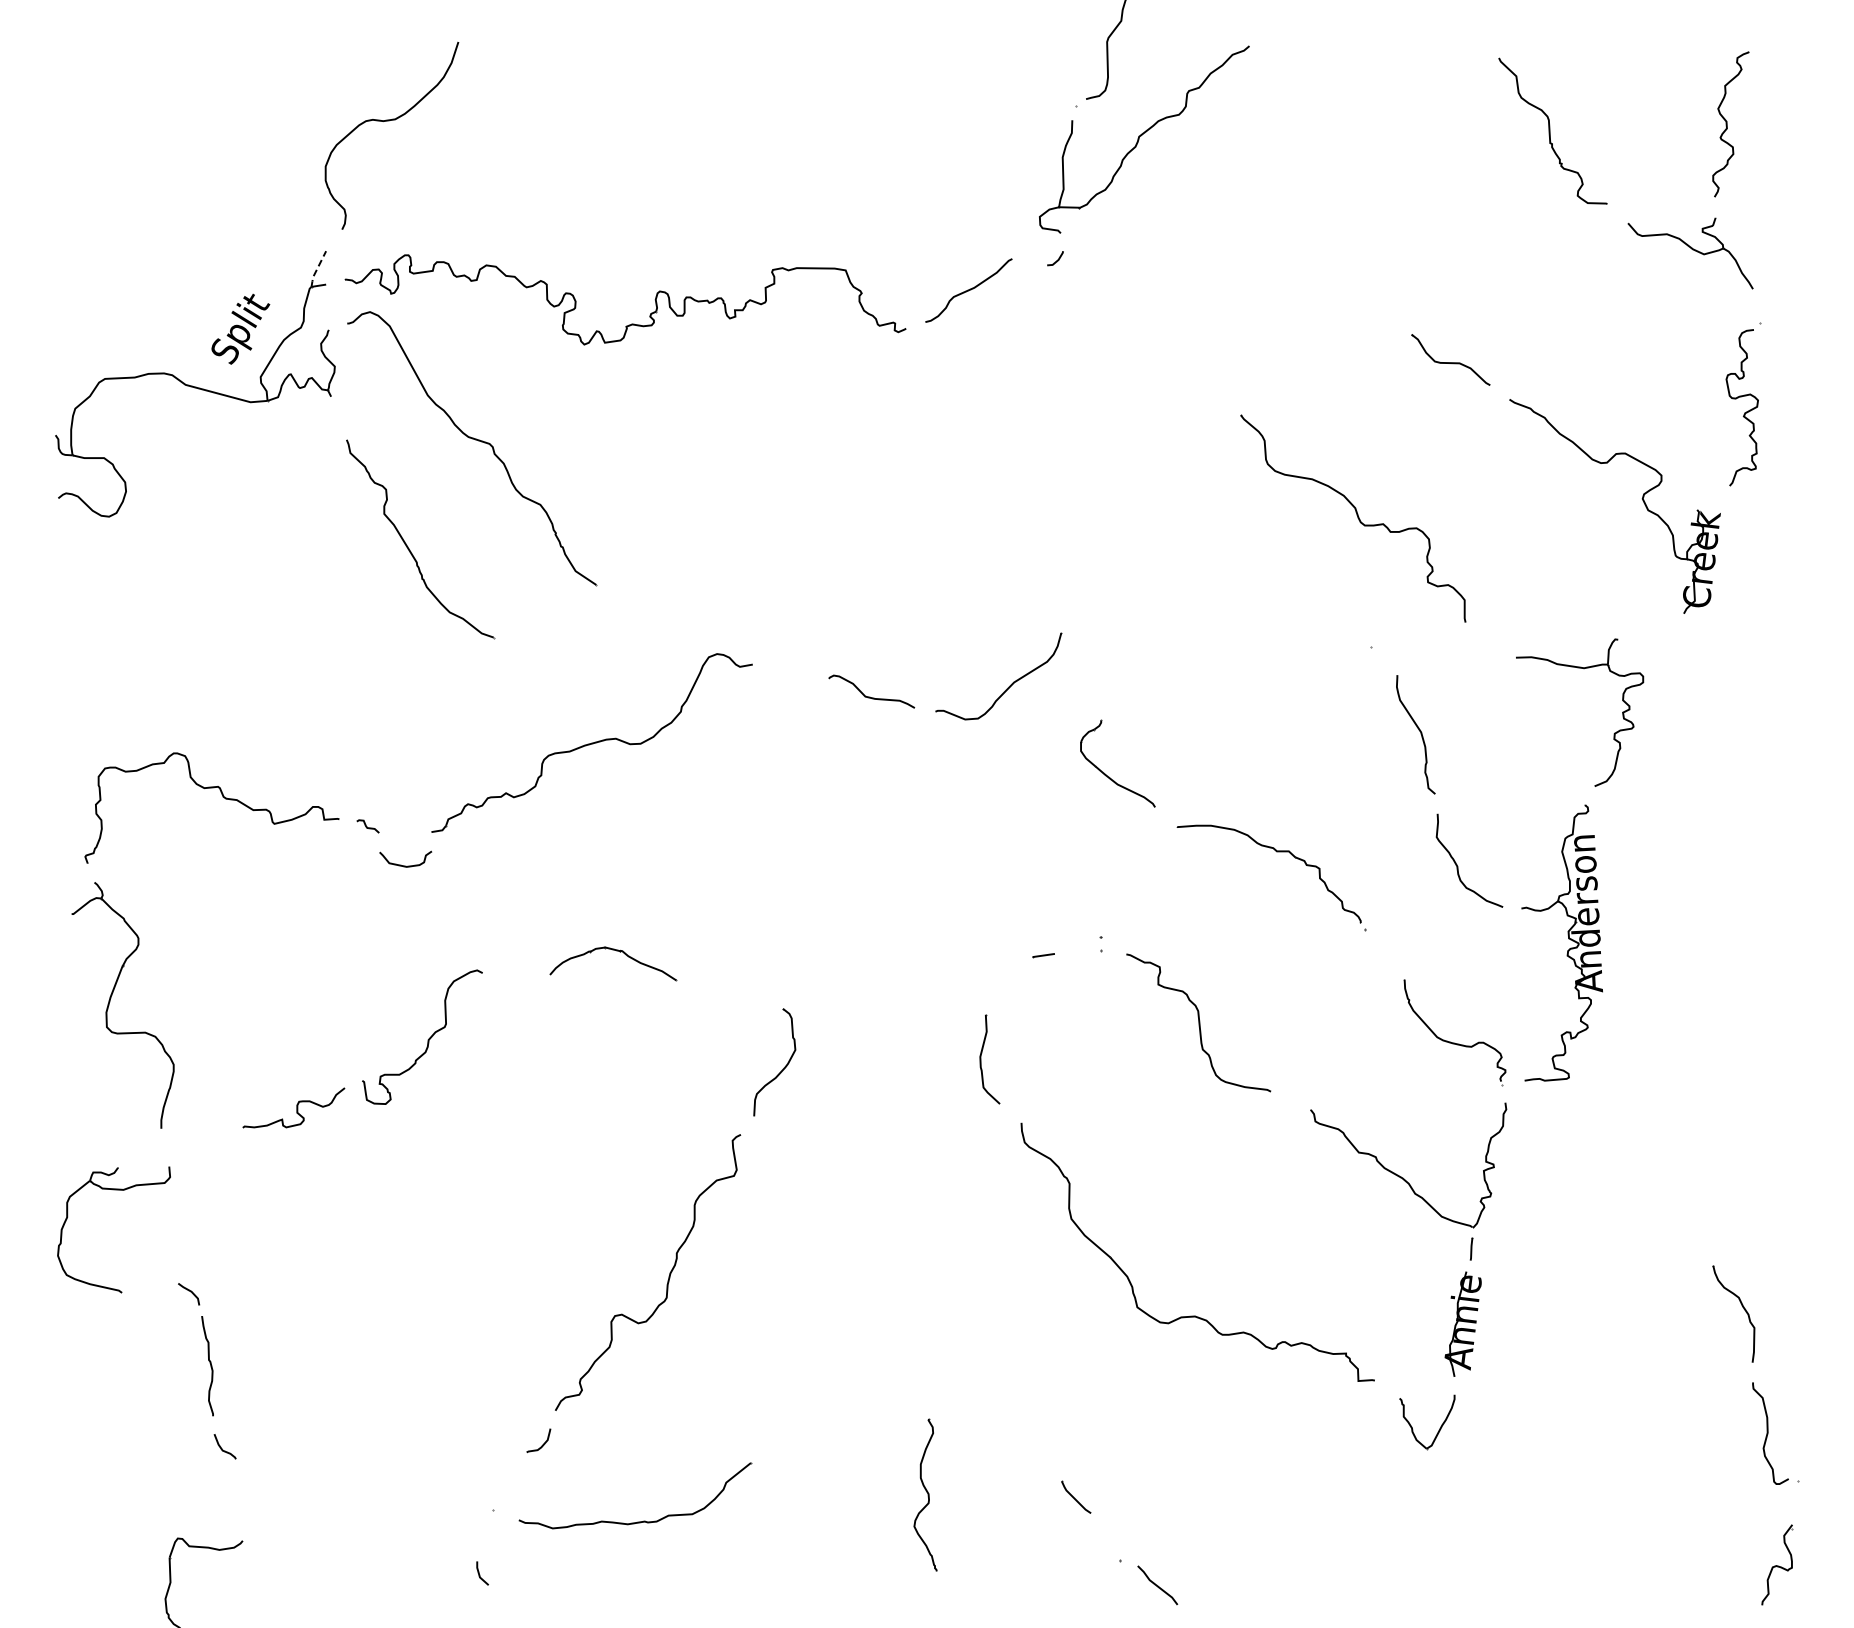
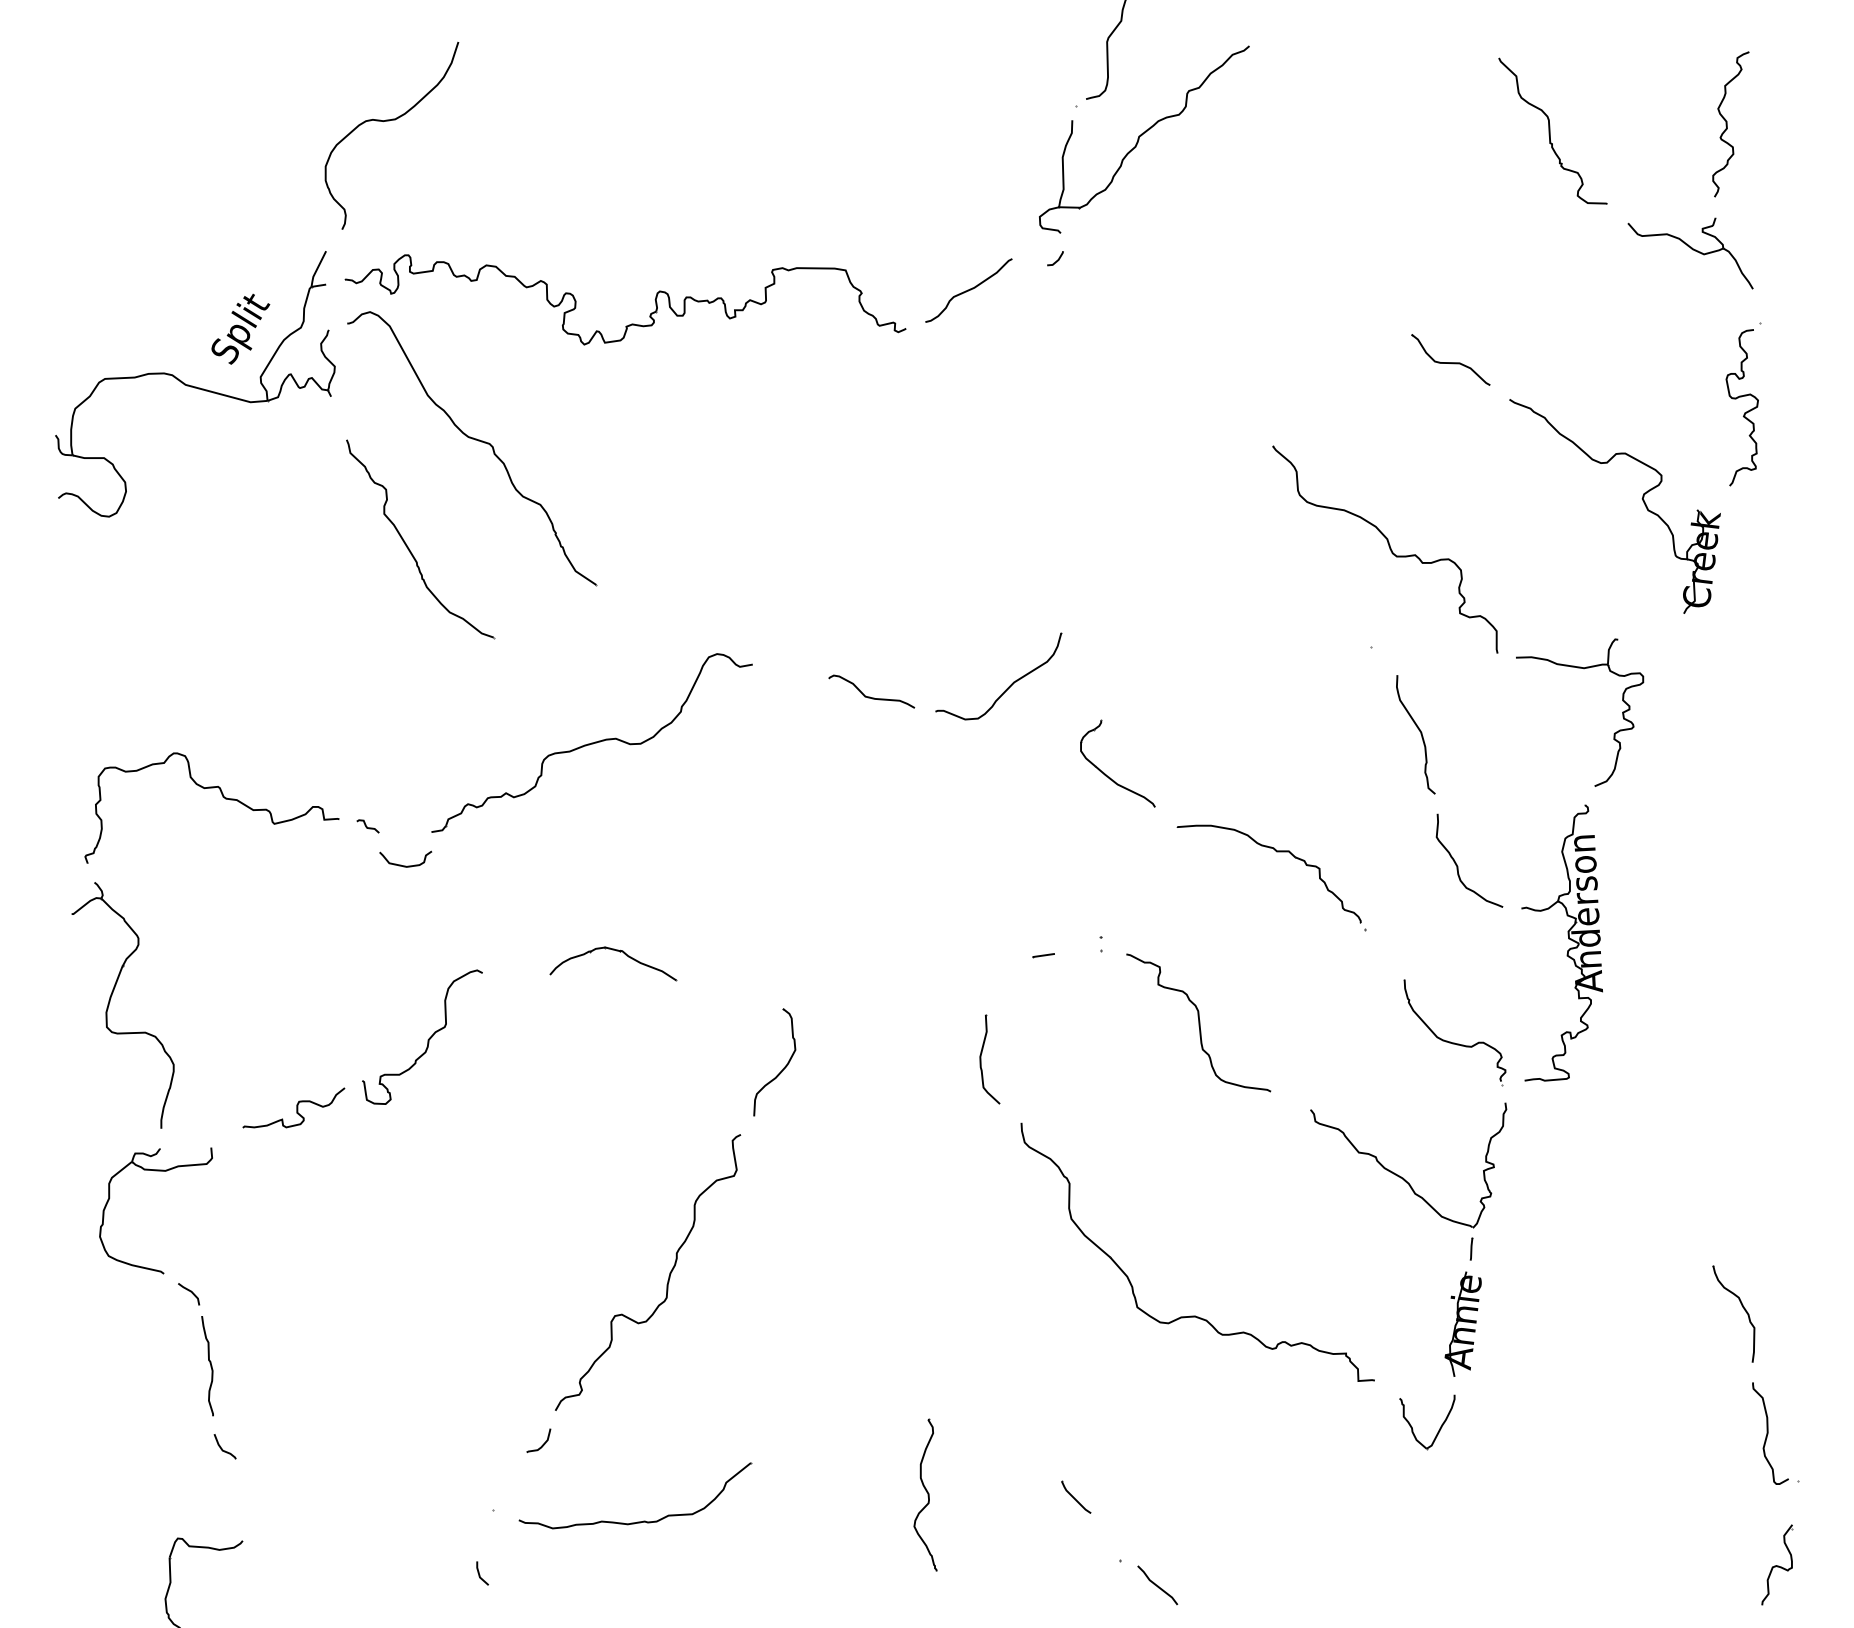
line at (316, 269): dashed -> solid
part at (1353, 518) position: (1353, 518) -> (1385, 549)
part at (113, 1190) position: (113, 1190) -> (155, 1171)
